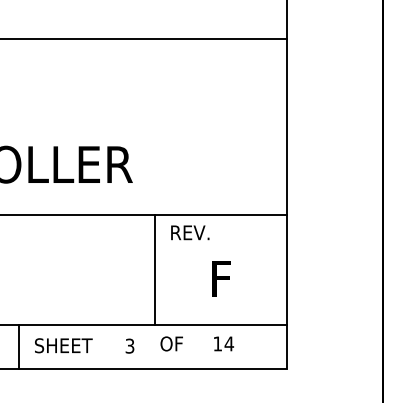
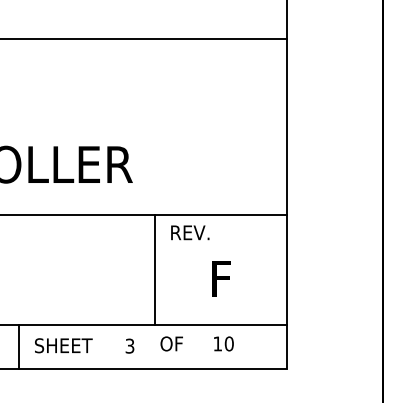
text at (229, 343): 14 -> 10
